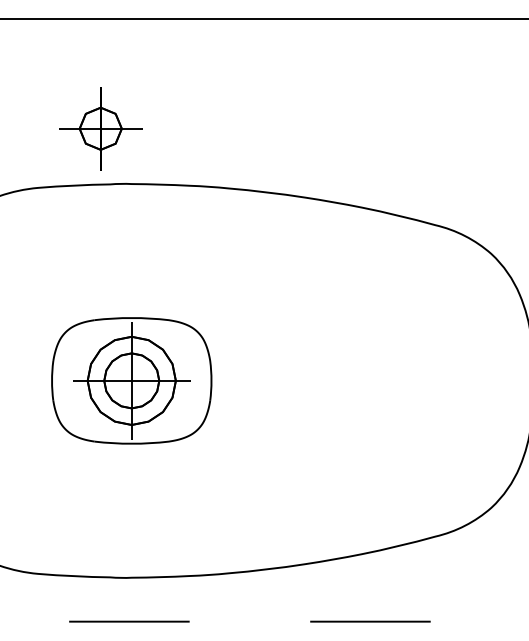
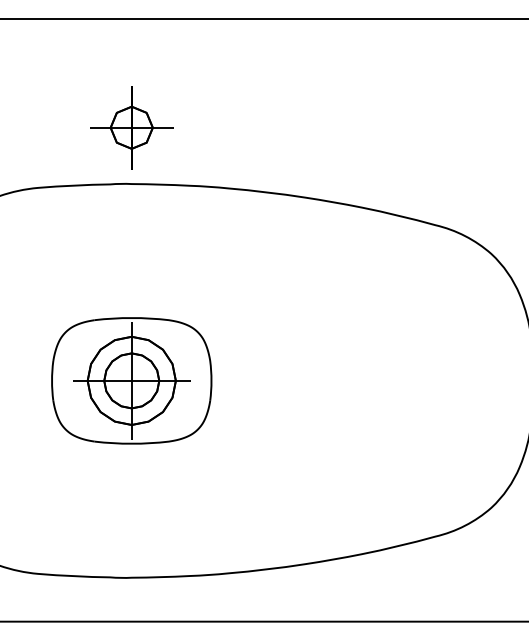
part at (100, 128) position: (100, 128) -> (131, 127)
line at (264, 621): dashed -> solid
